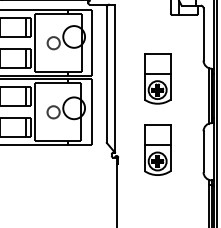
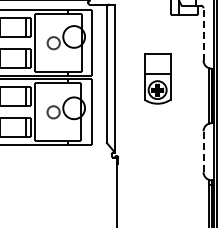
line at (203, 33): solid -> dashed
part at (157, 149): present -> none
line at (203, 151): solid -> dashed
